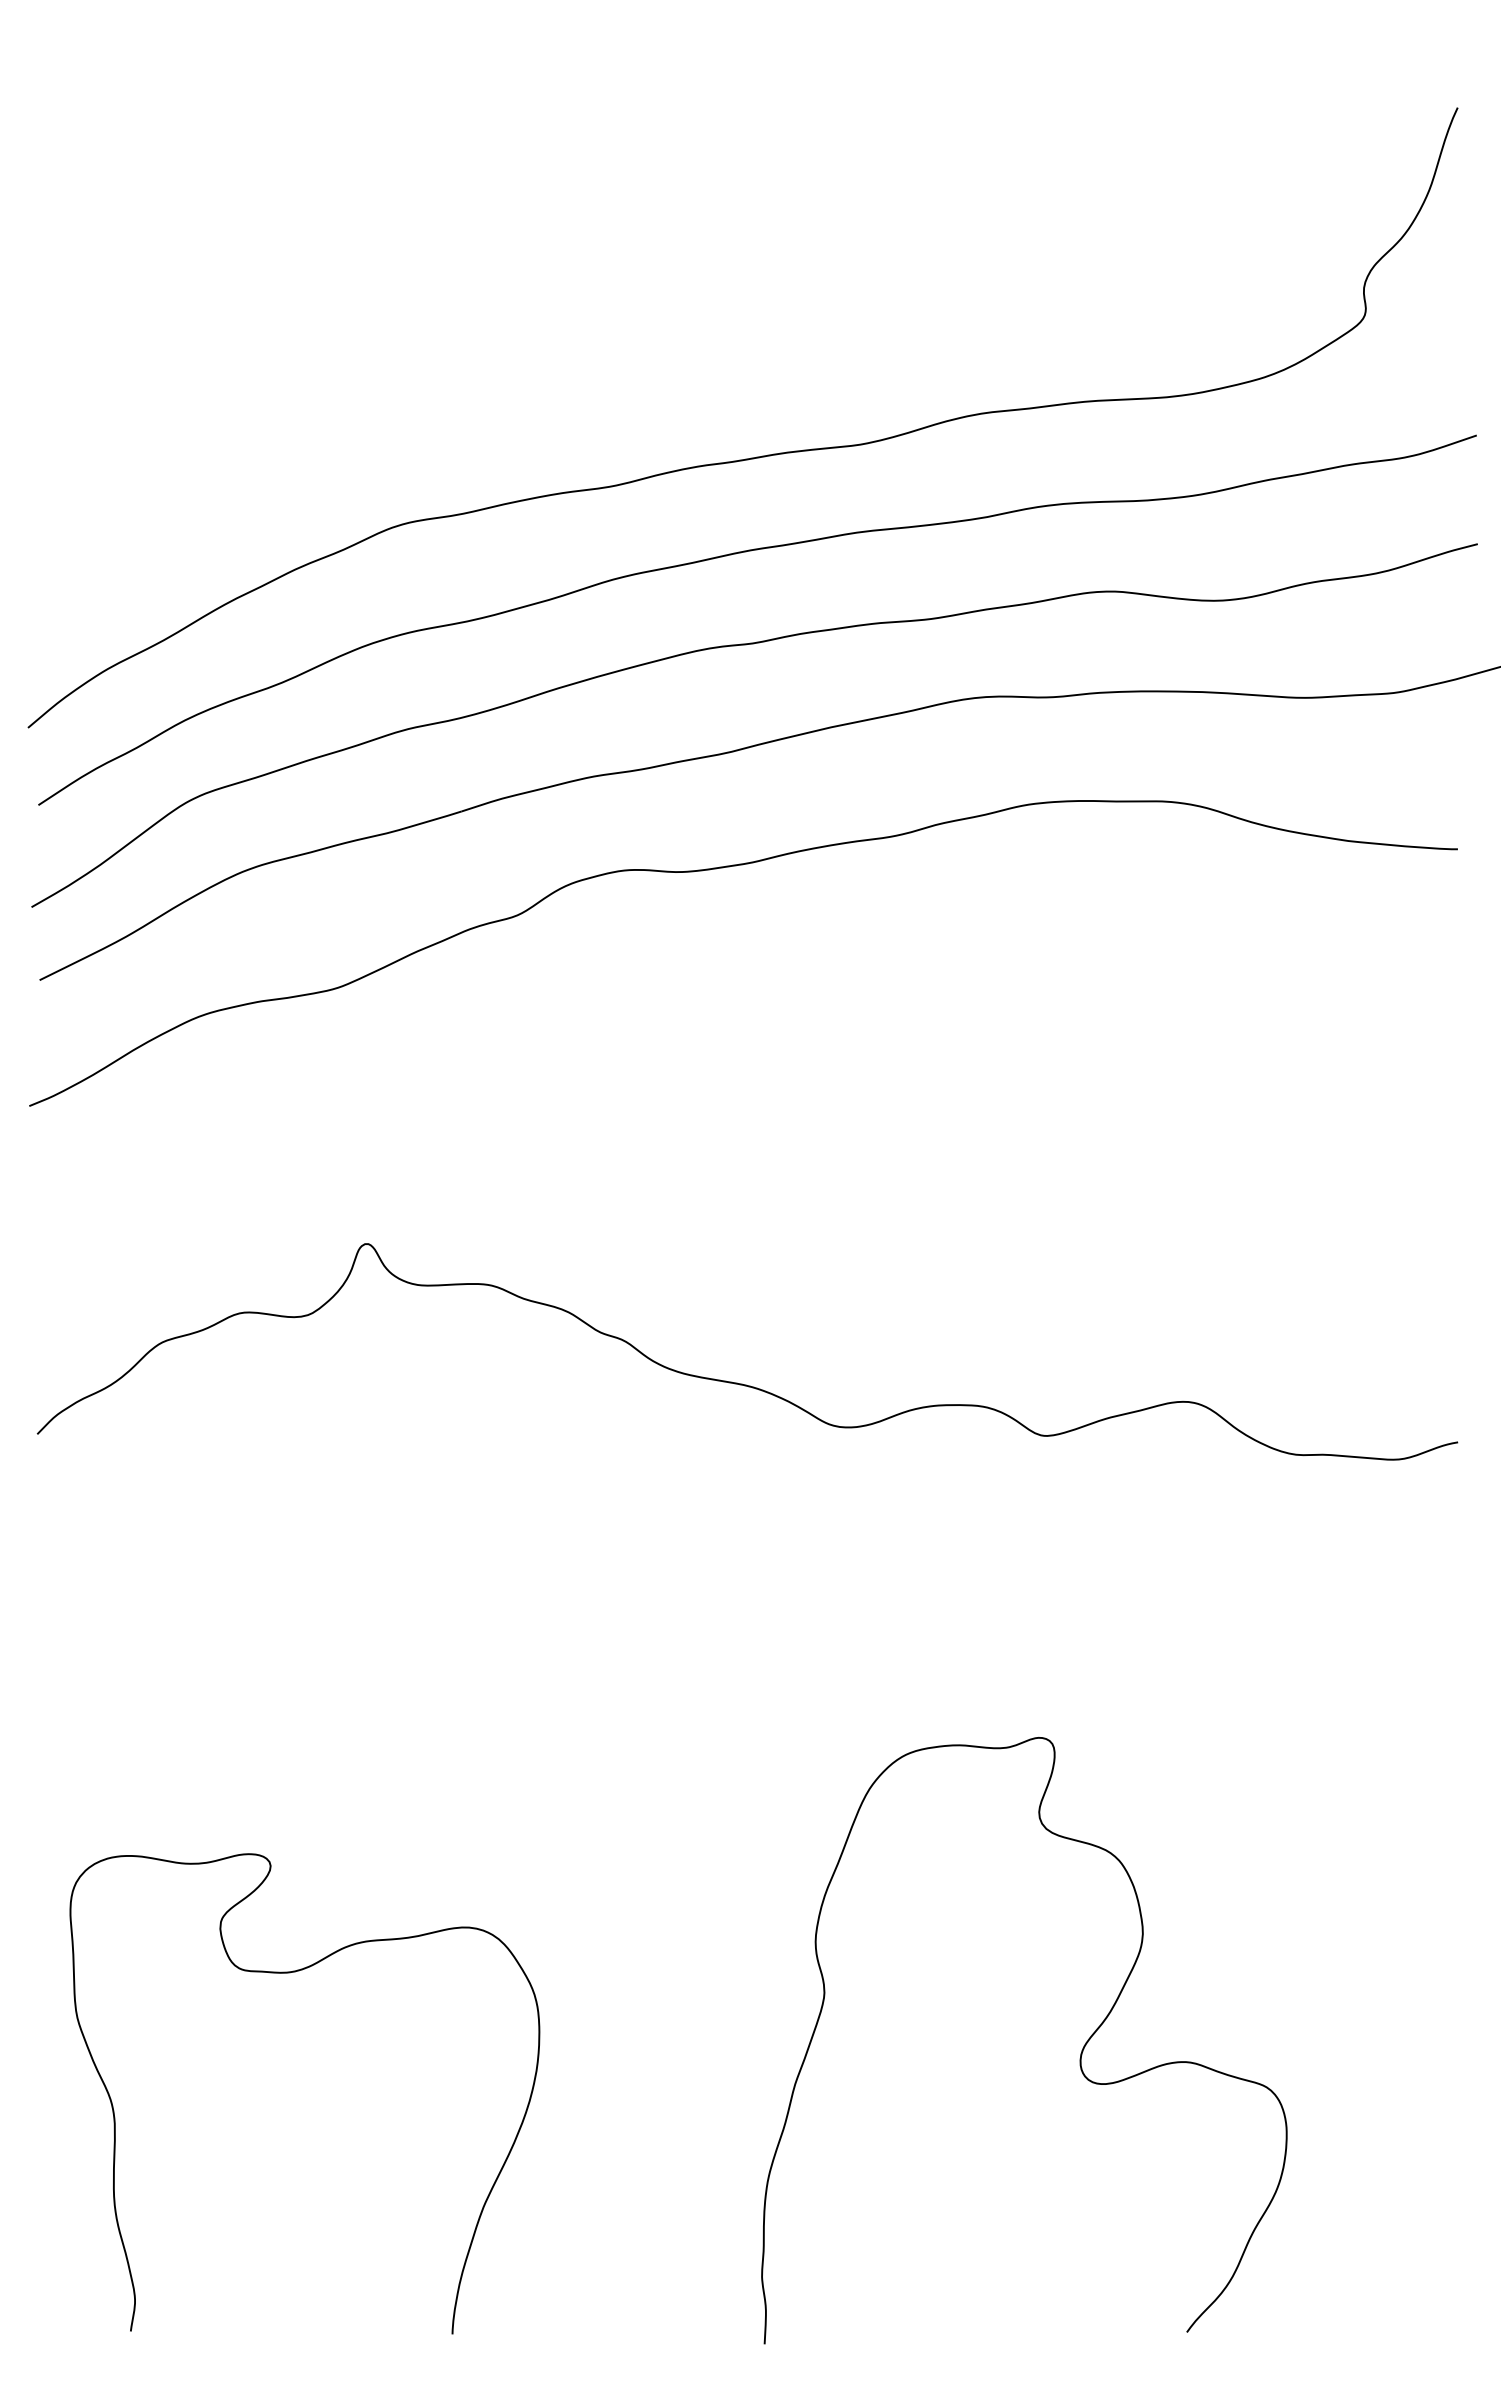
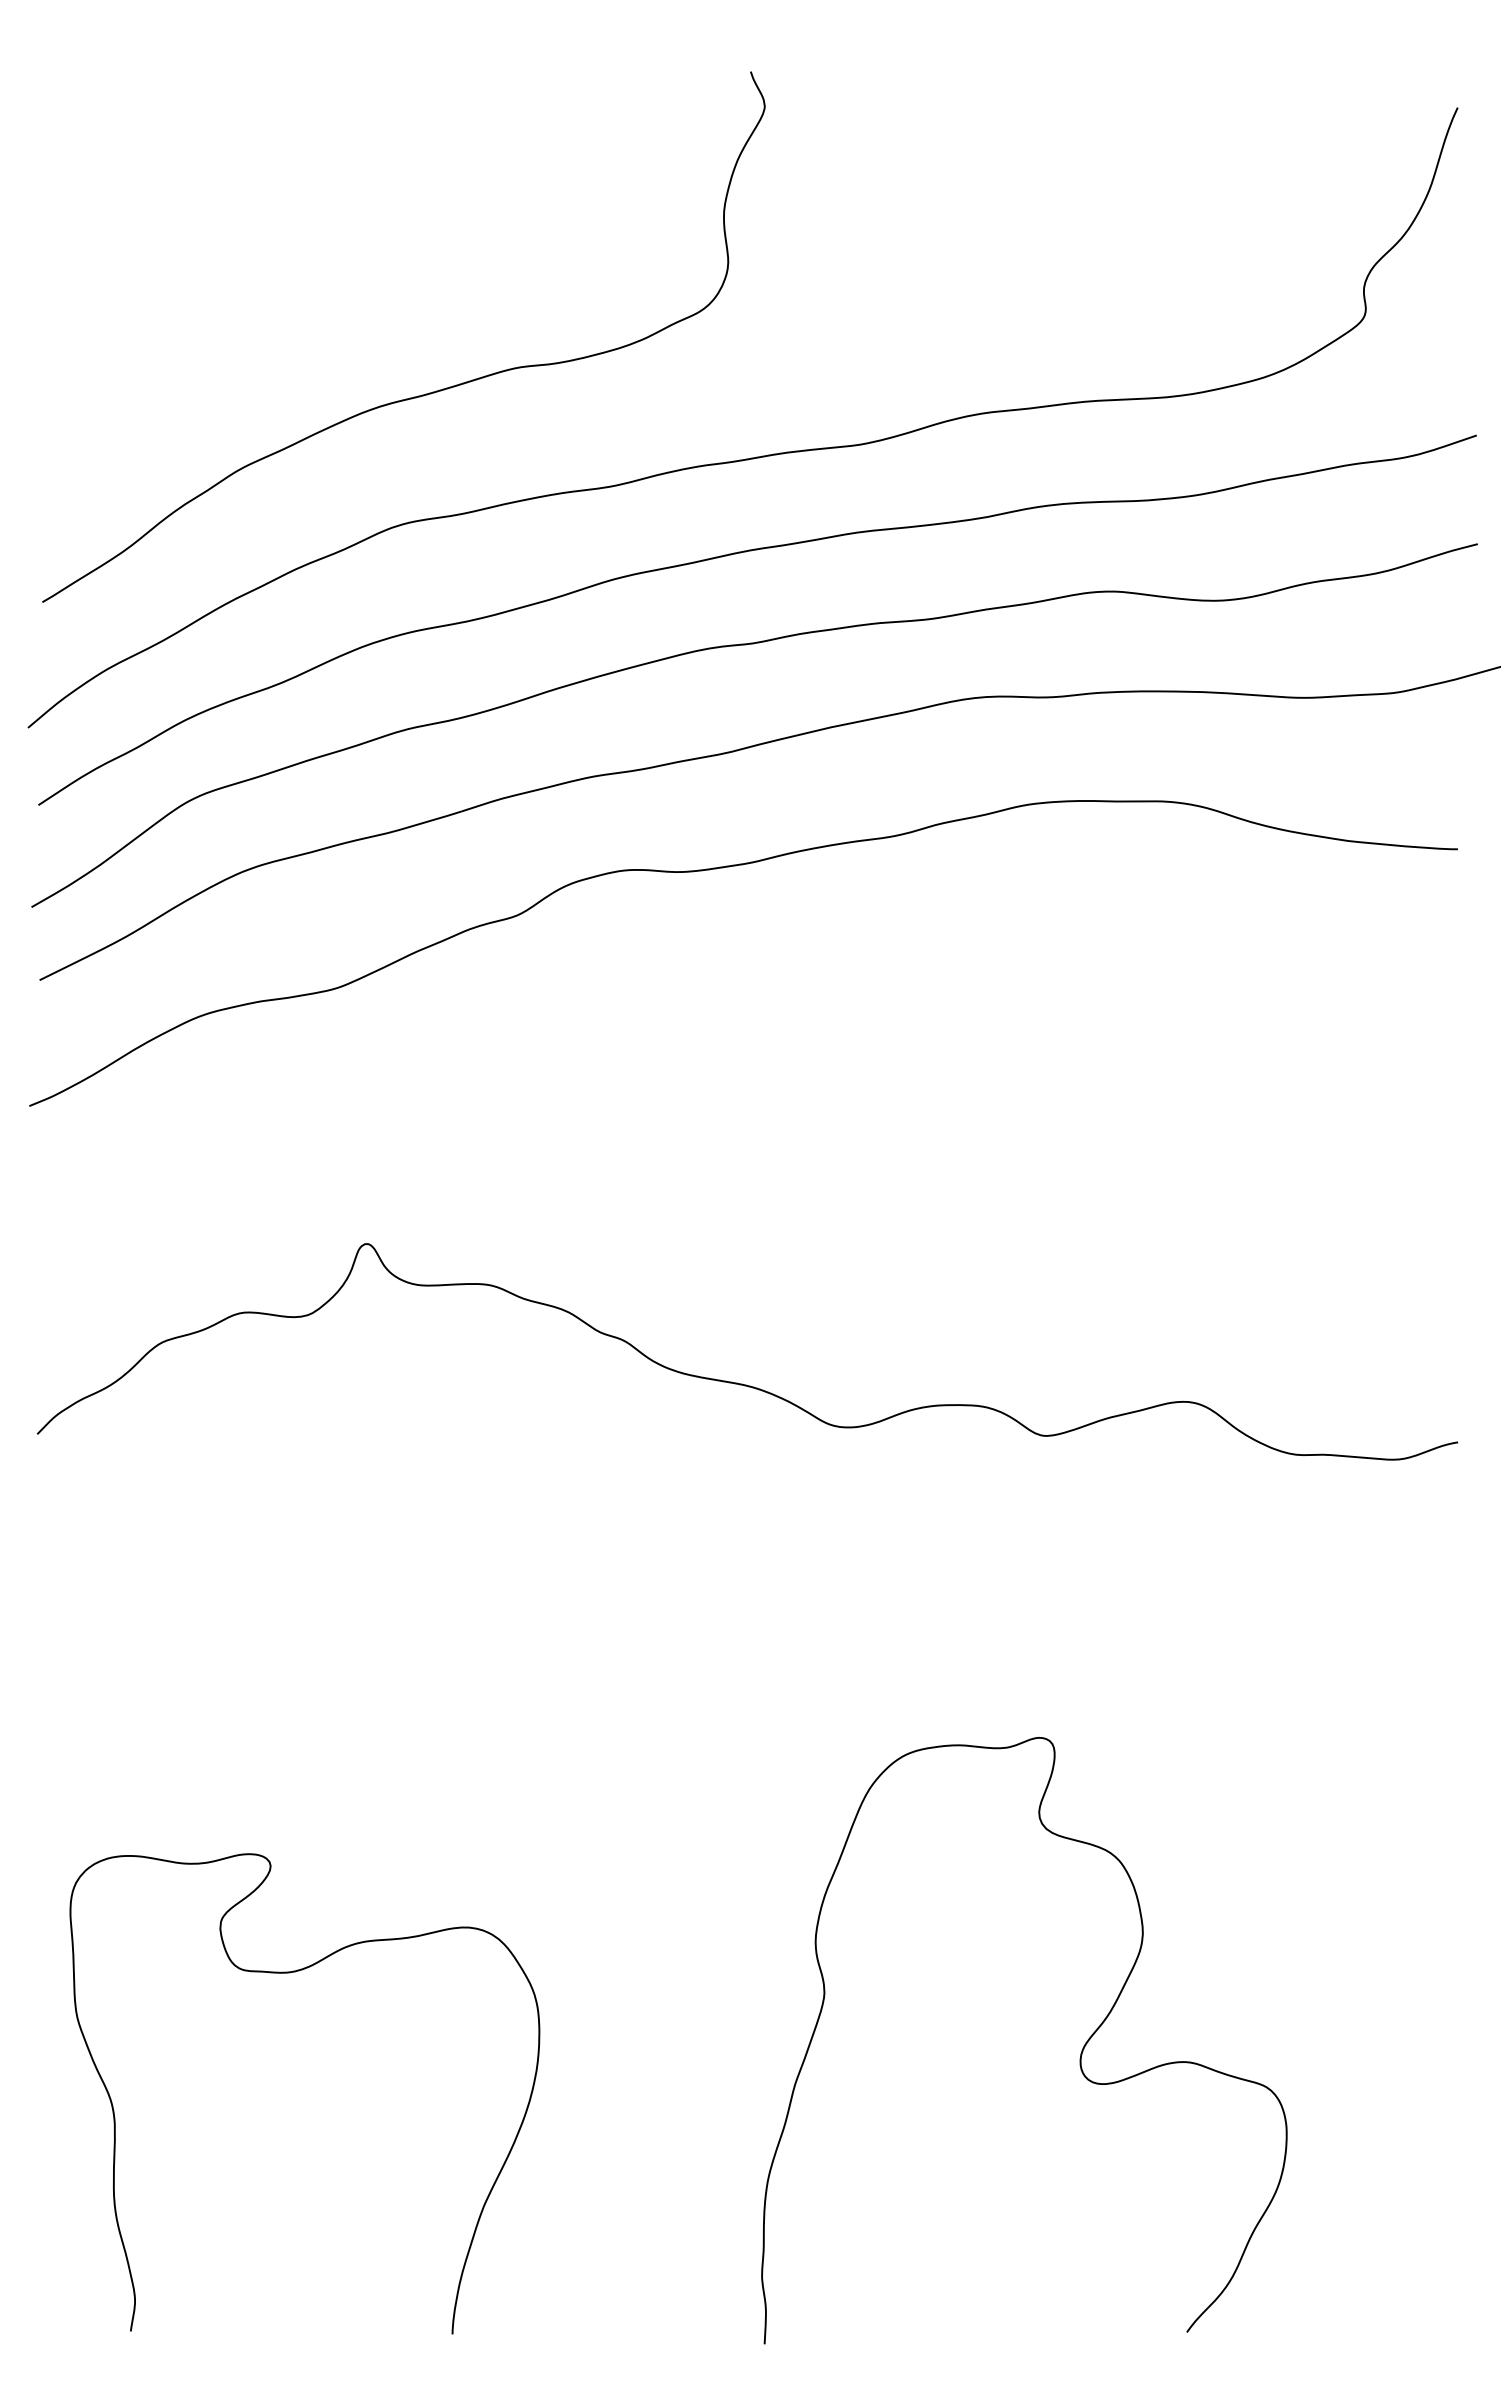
curve at (418, 395): none -> present
